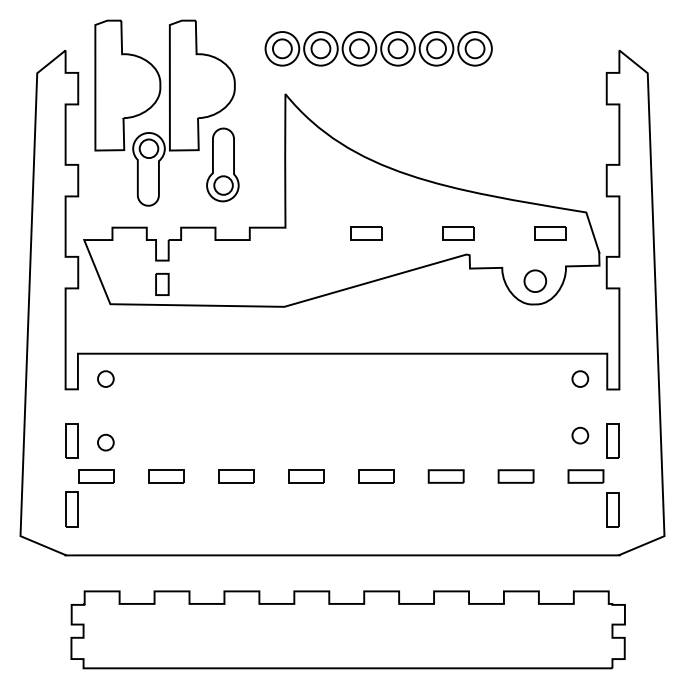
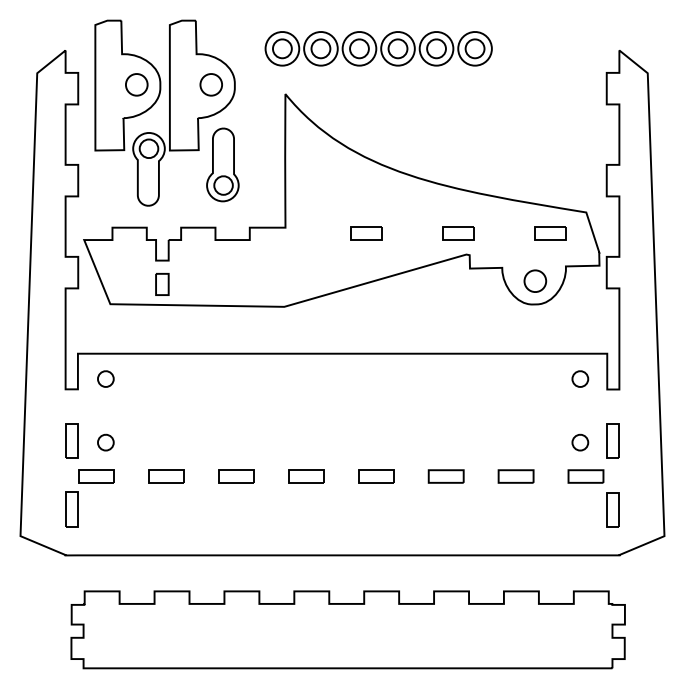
part at (136, 84): none -> present
part at (210, 84): none -> present
part at (580, 435) position: (580, 435) -> (580, 442)
